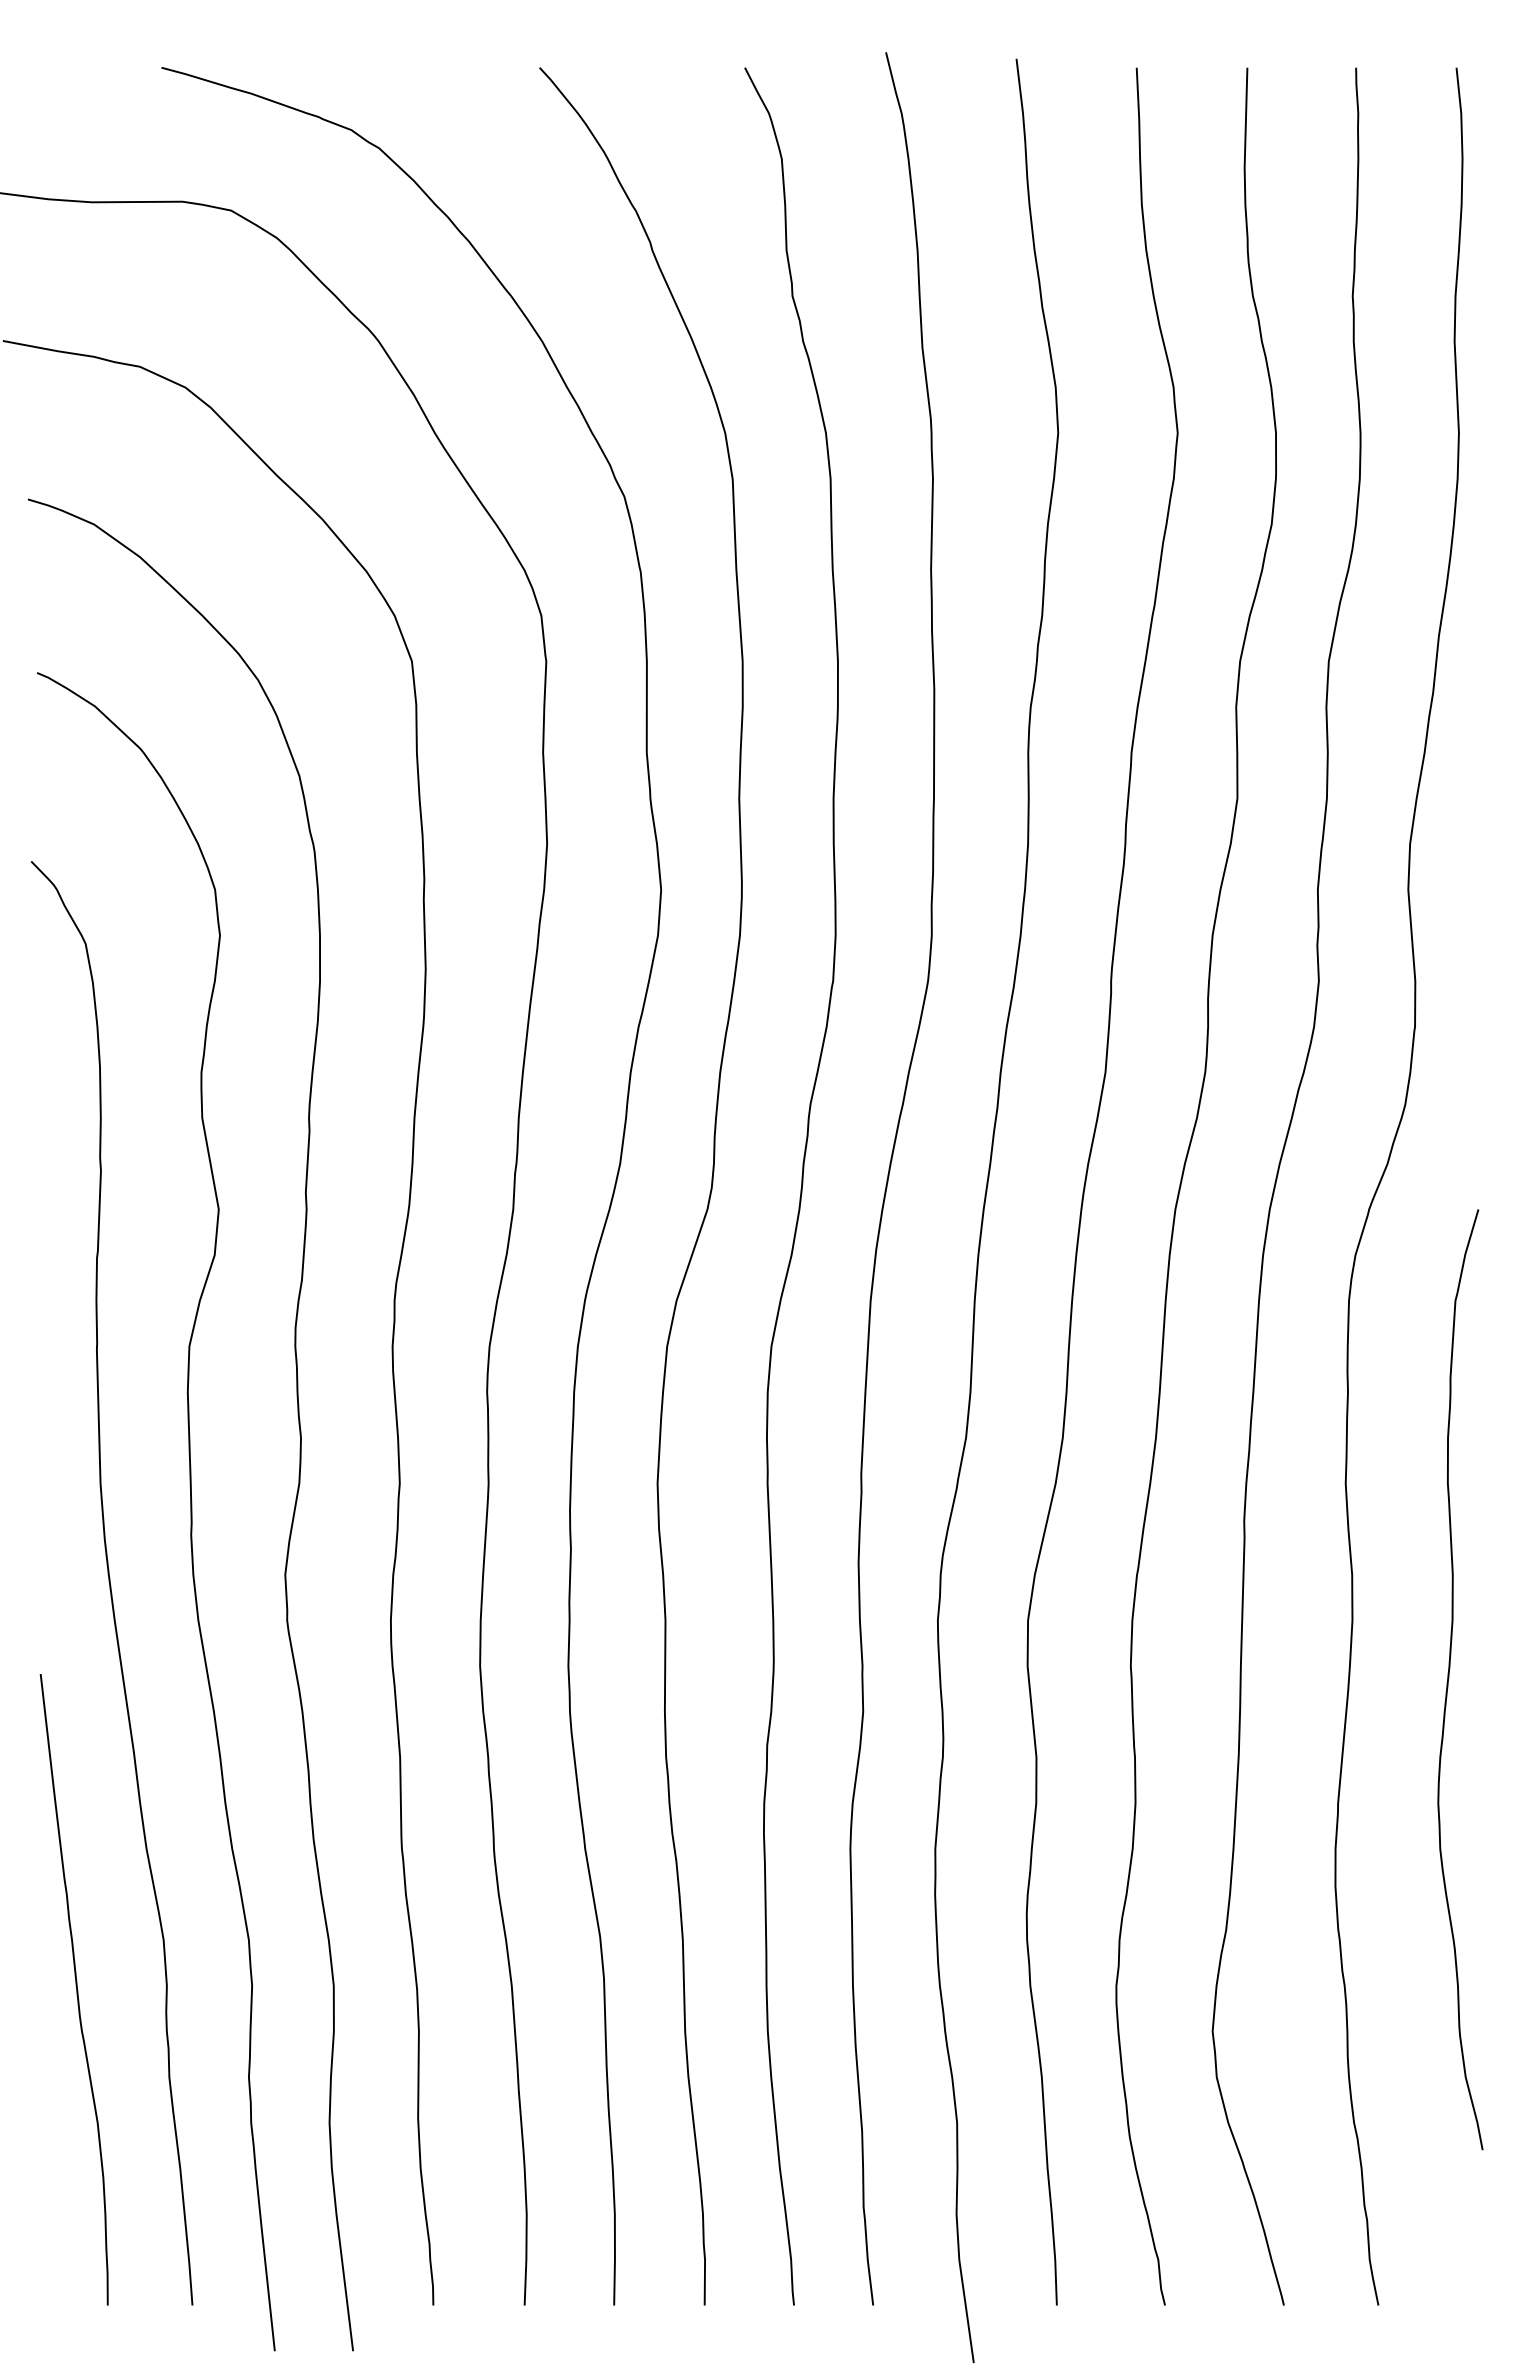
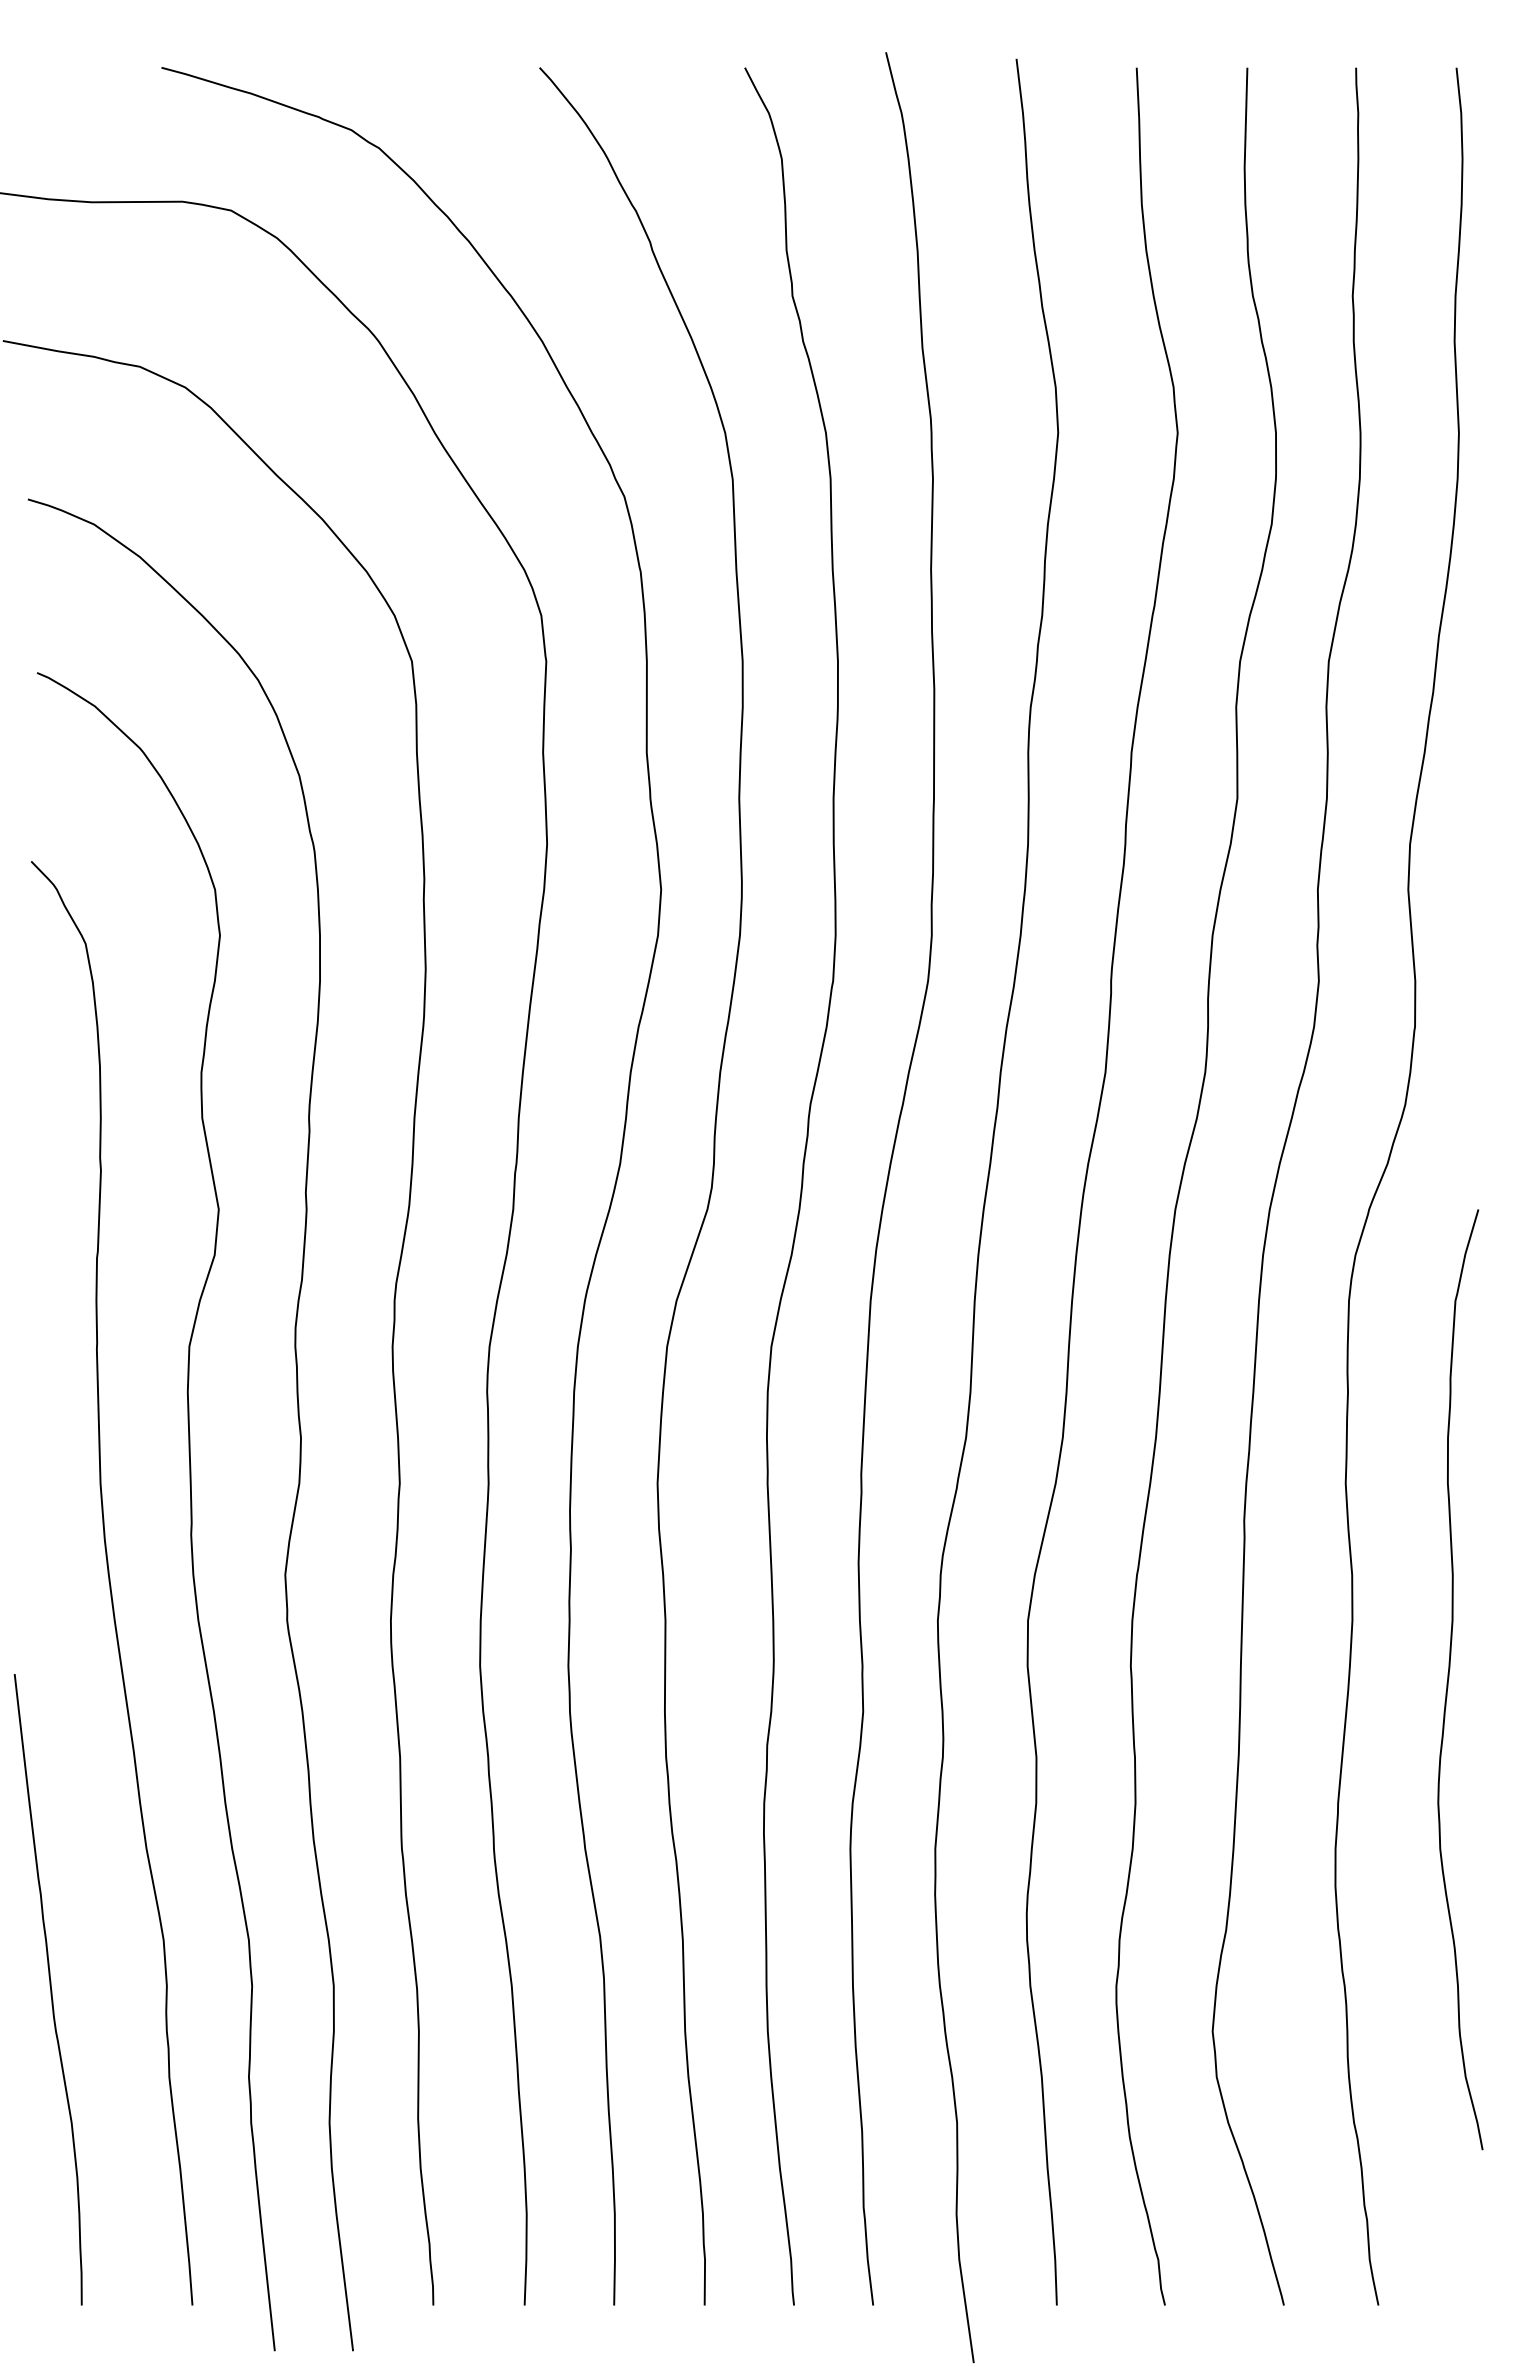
curve at (76, 1989) position: (76, 1989) -> (50, 1989)
